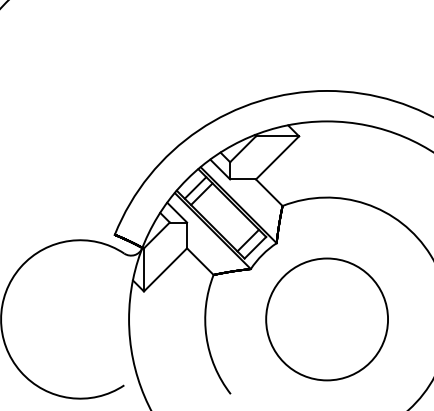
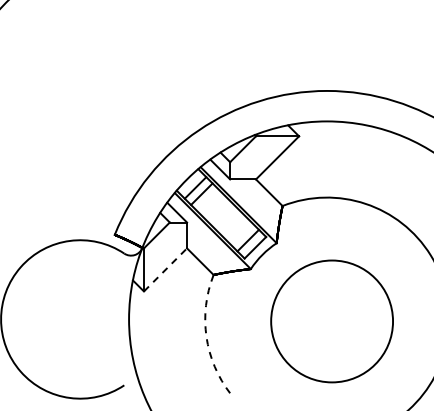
line at (165, 269): solid -> dashed
circle at (326, 319) position: (326, 319) -> (331, 321)
arc at (206, 336): solid -> dashed
